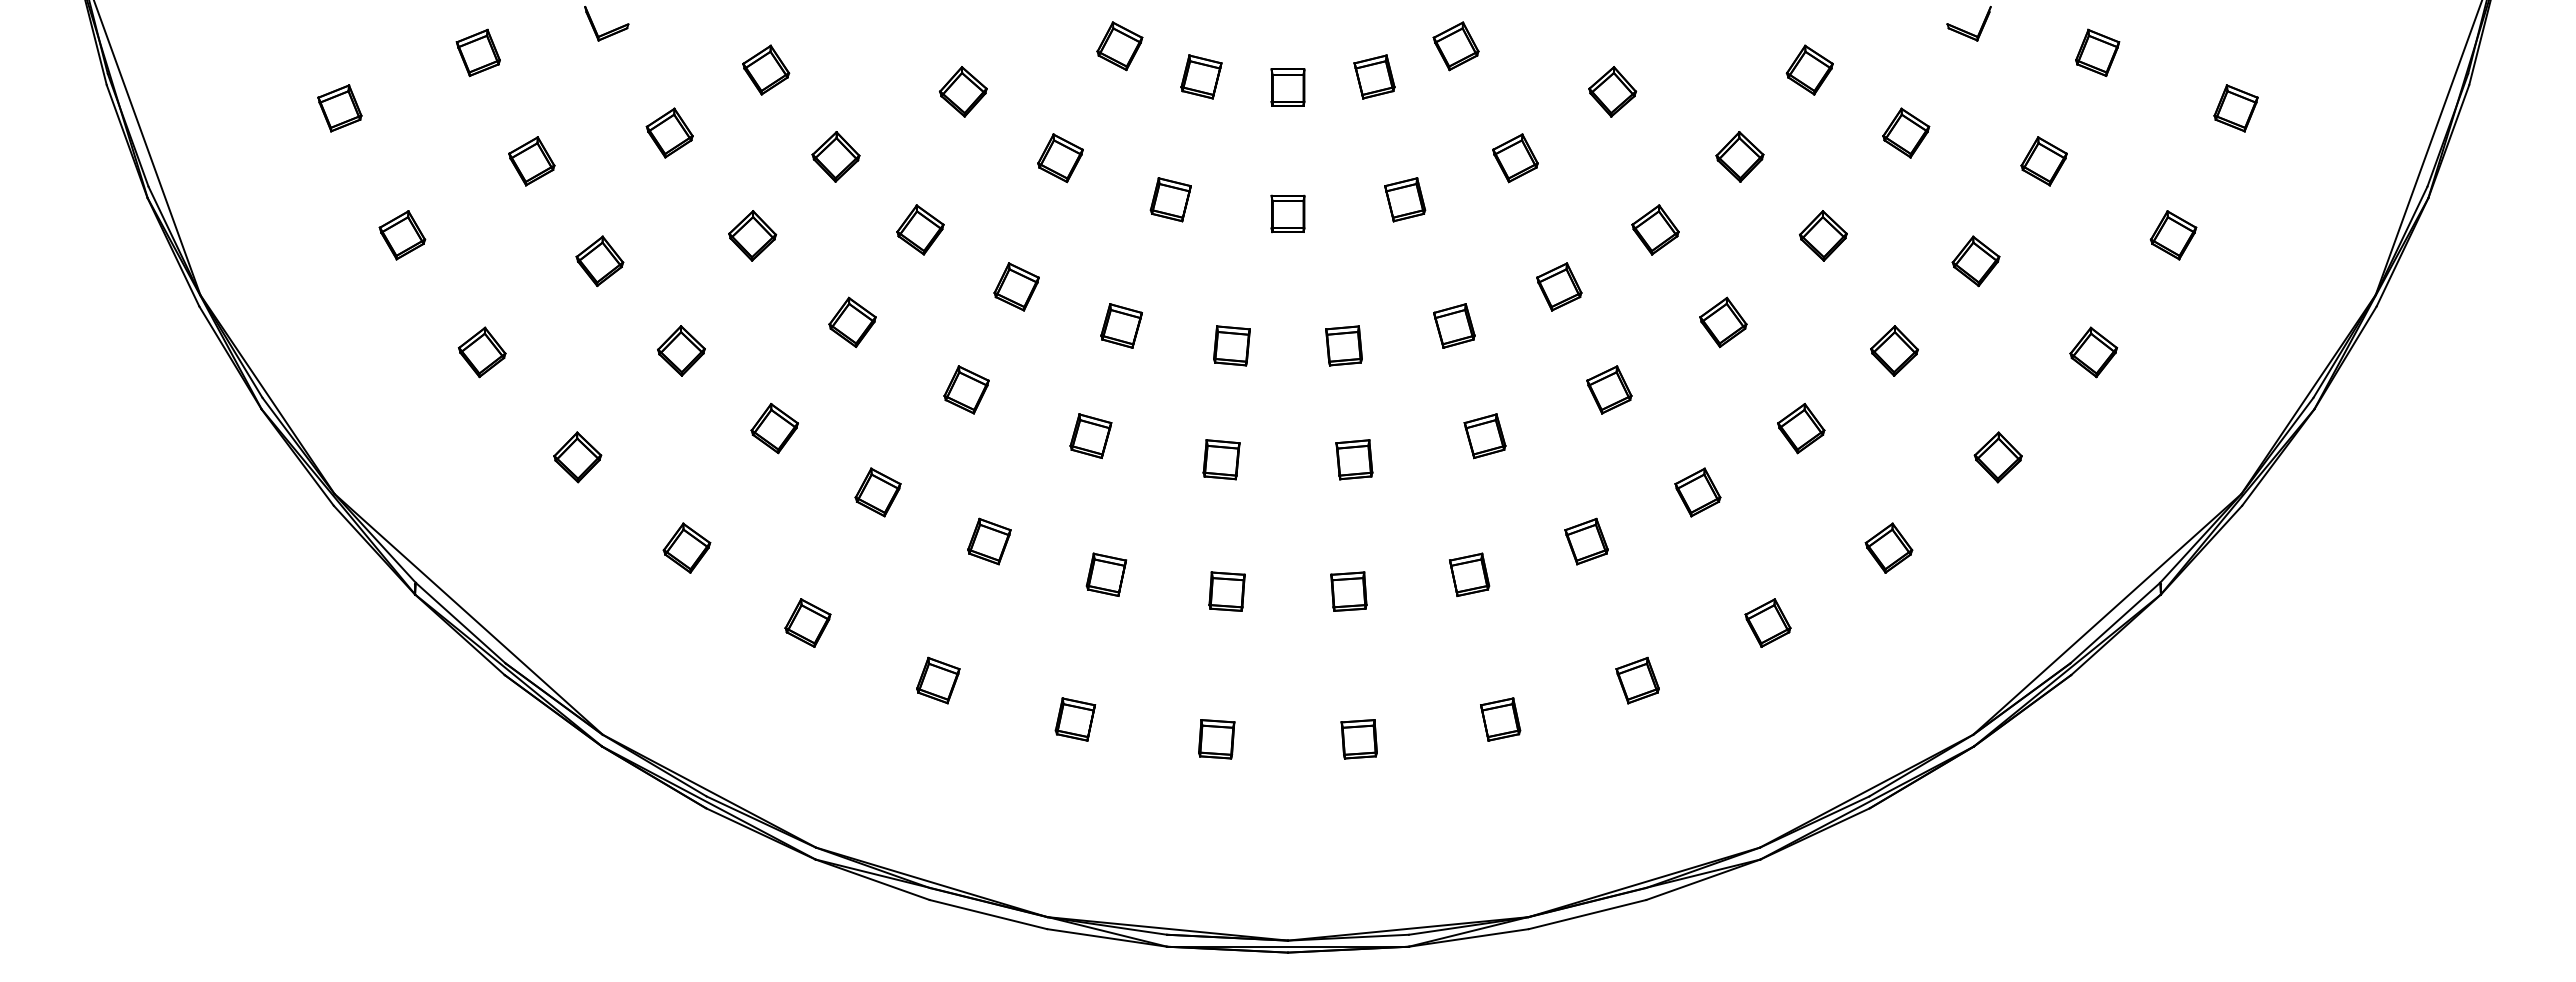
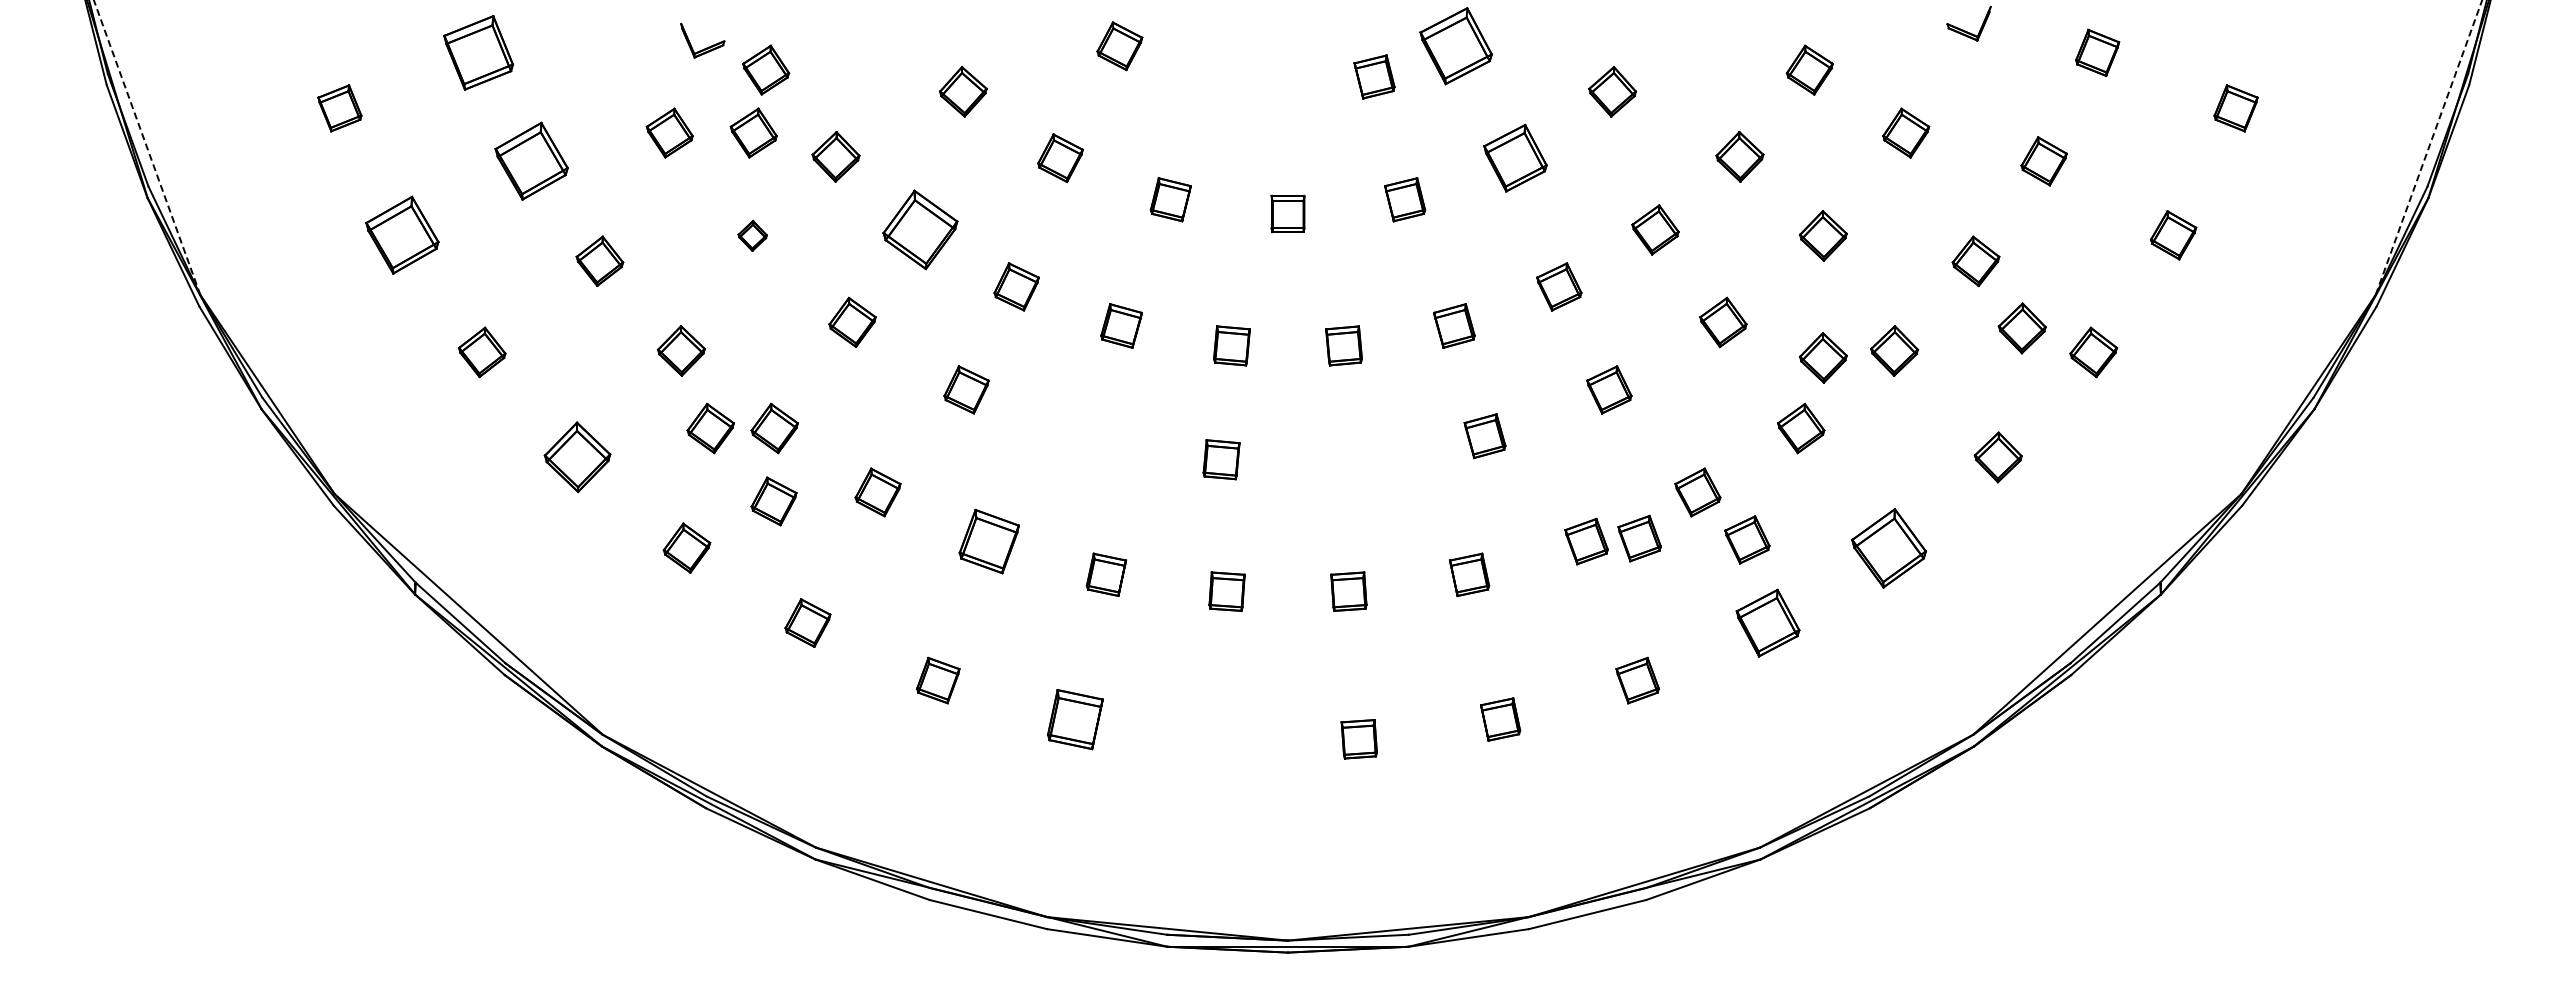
part at (610, 30) position: (610, 30) -> (706, 47)
part at (1455, 46) size: 48x51 px -> 74x79 px
part at (477, 52) size: 46x50 px -> 72x76 px
part at (1201, 76): present -> none
part at (1287, 87): present -> none
part at (753, 132): none -> present
line at (2429, 147): solid -> dashed
line at (147, 148): solid -> dashed
part at (1515, 158) size: 47x51 px -> 65x70 px
part at (531, 161) size: 48x51 px -> 75x80 px
part at (920, 229) size: 49x52 px -> 77x82 px
part at (402, 235) size: 49x51 px -> 75x80 px
part at (752, 235) size: 50x52 px -> 31x33 px
part at (2021, 328): none -> present
part at (1823, 357): none -> present
part at (710, 428): none -> present
part at (1090, 435): present -> none
part at (577, 457) size: 50x53 px -> 69x73 px
part at (1354, 459): present -> none
part at (773, 501): none -> present
part at (1639, 538): none -> present
part at (1747, 539): none -> present
part at (989, 541) size: 45x49 px -> 62x67 px
part at (1888, 547) size: 50x52 px -> 77x81 px
part at (1767, 622) size: 48x50 px -> 66x70 px
part at (1075, 719) size: 43x45 px -> 57x62 px
part at (1216, 739): present -> none
